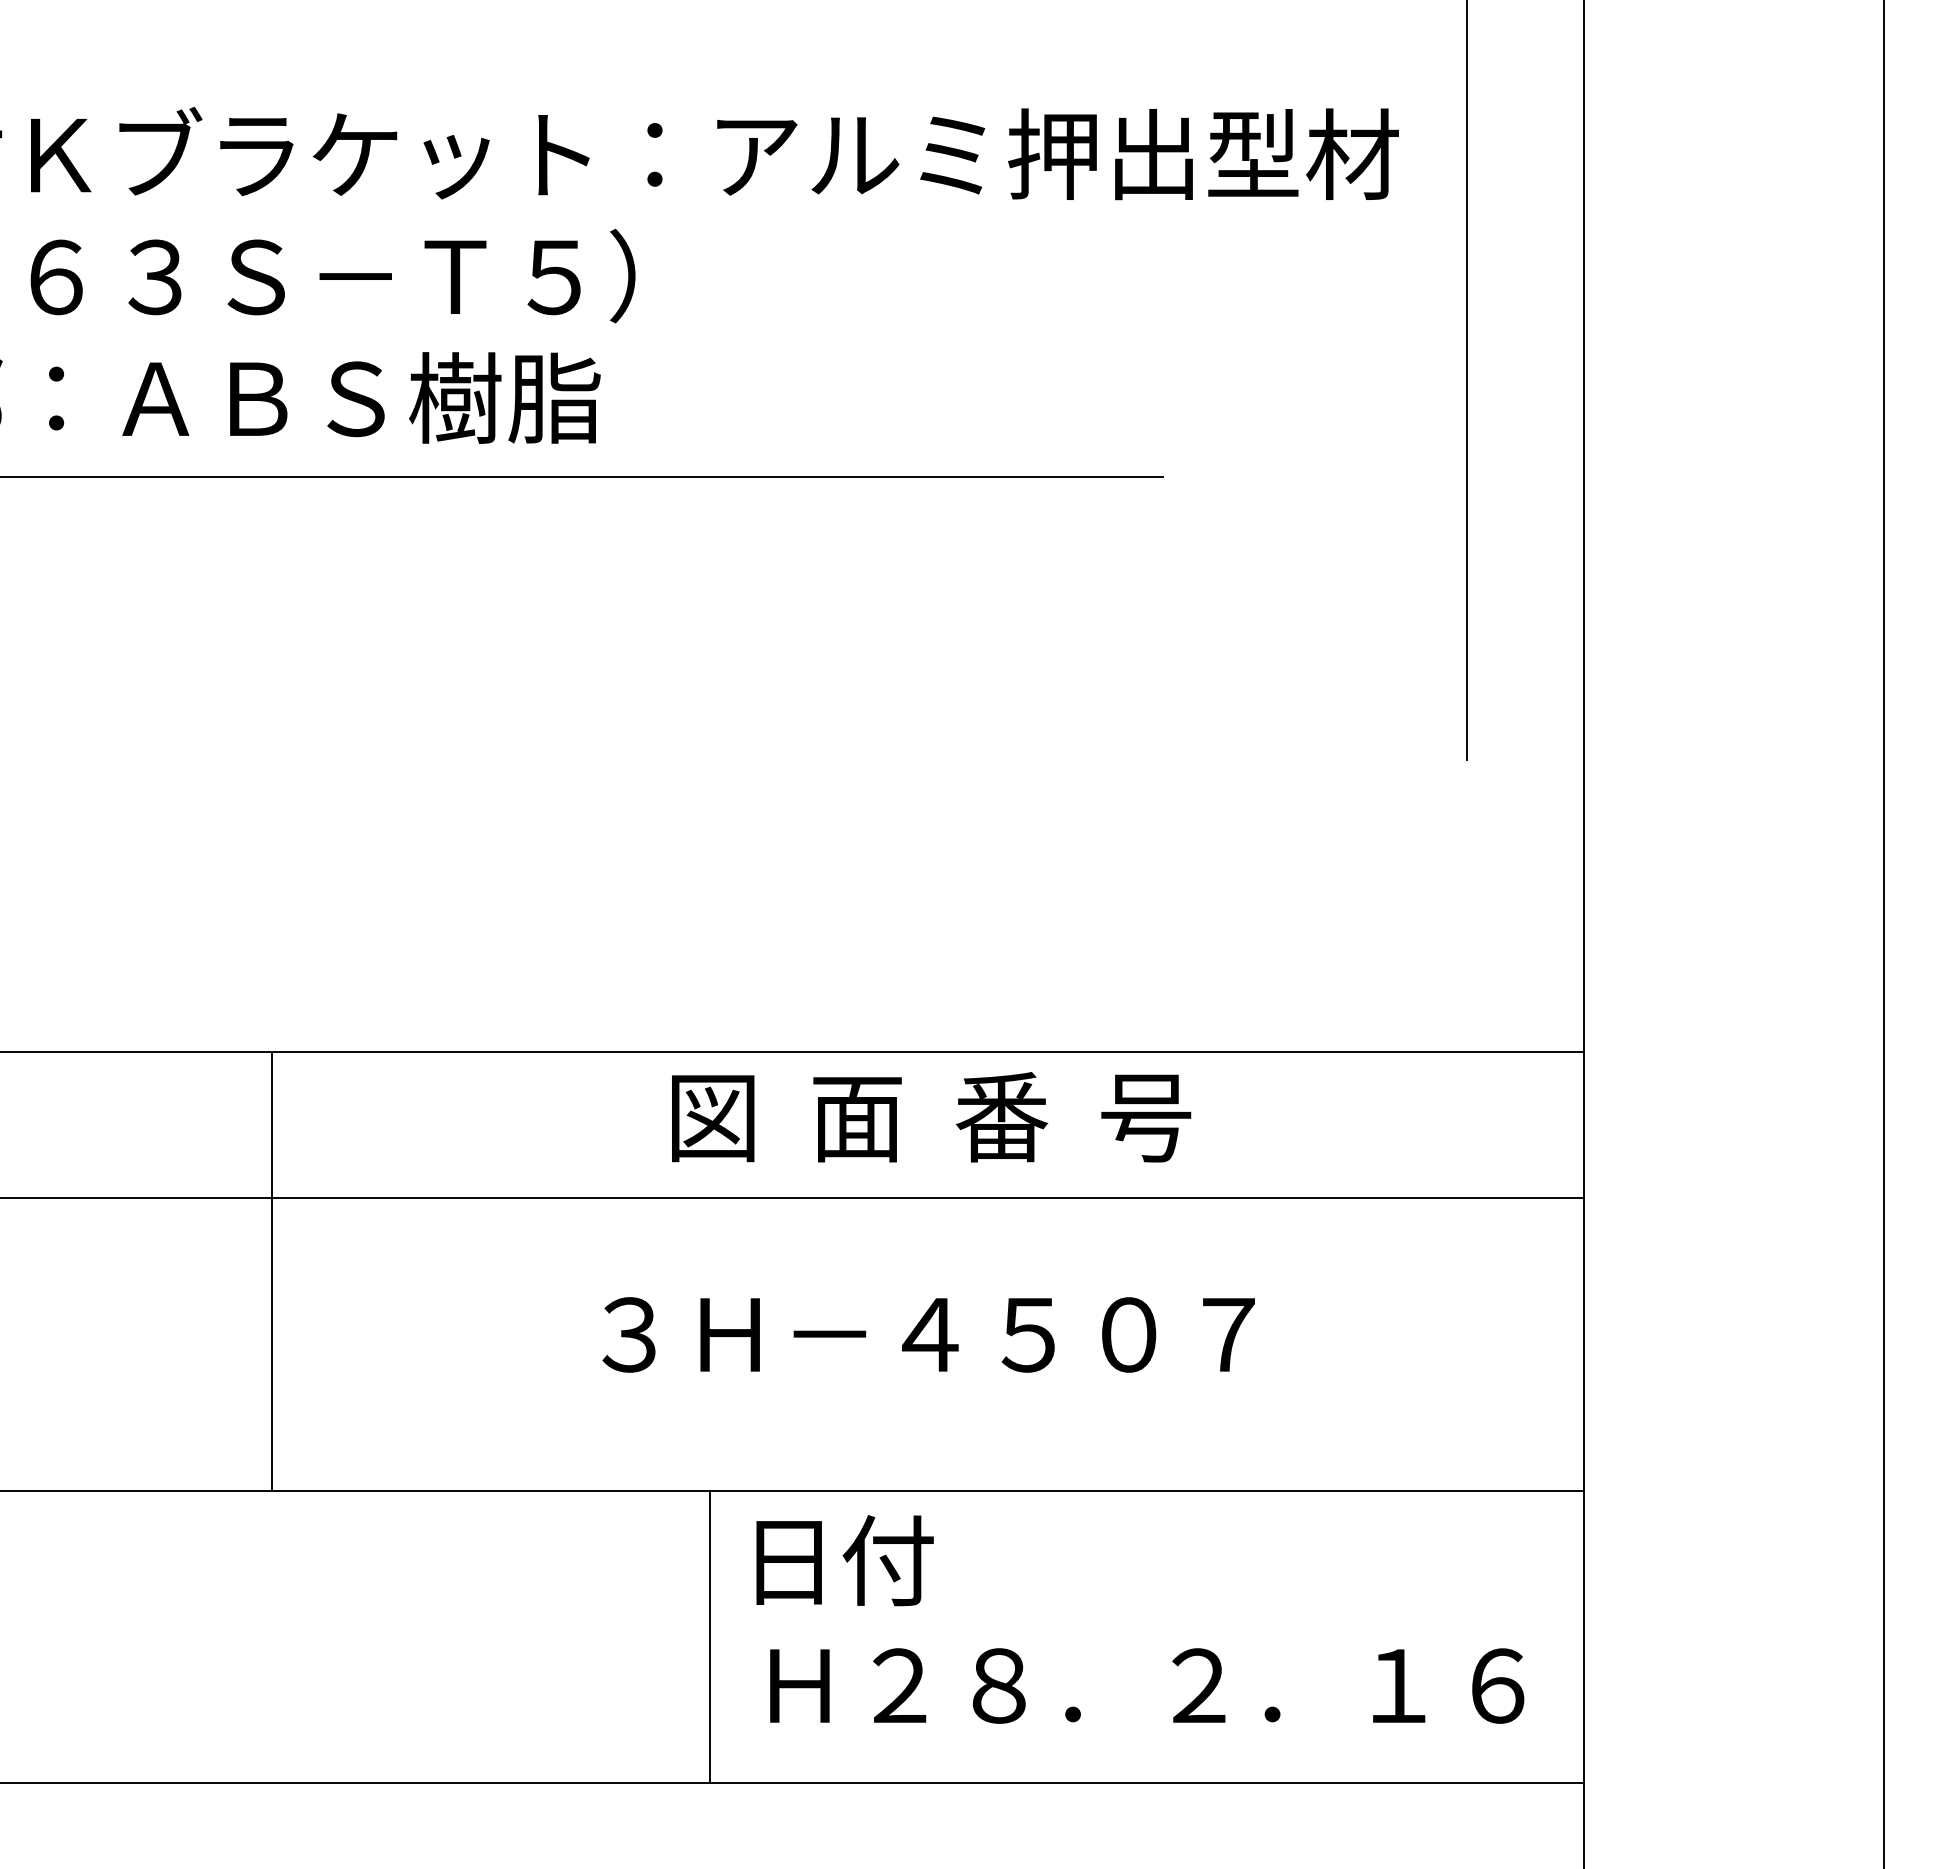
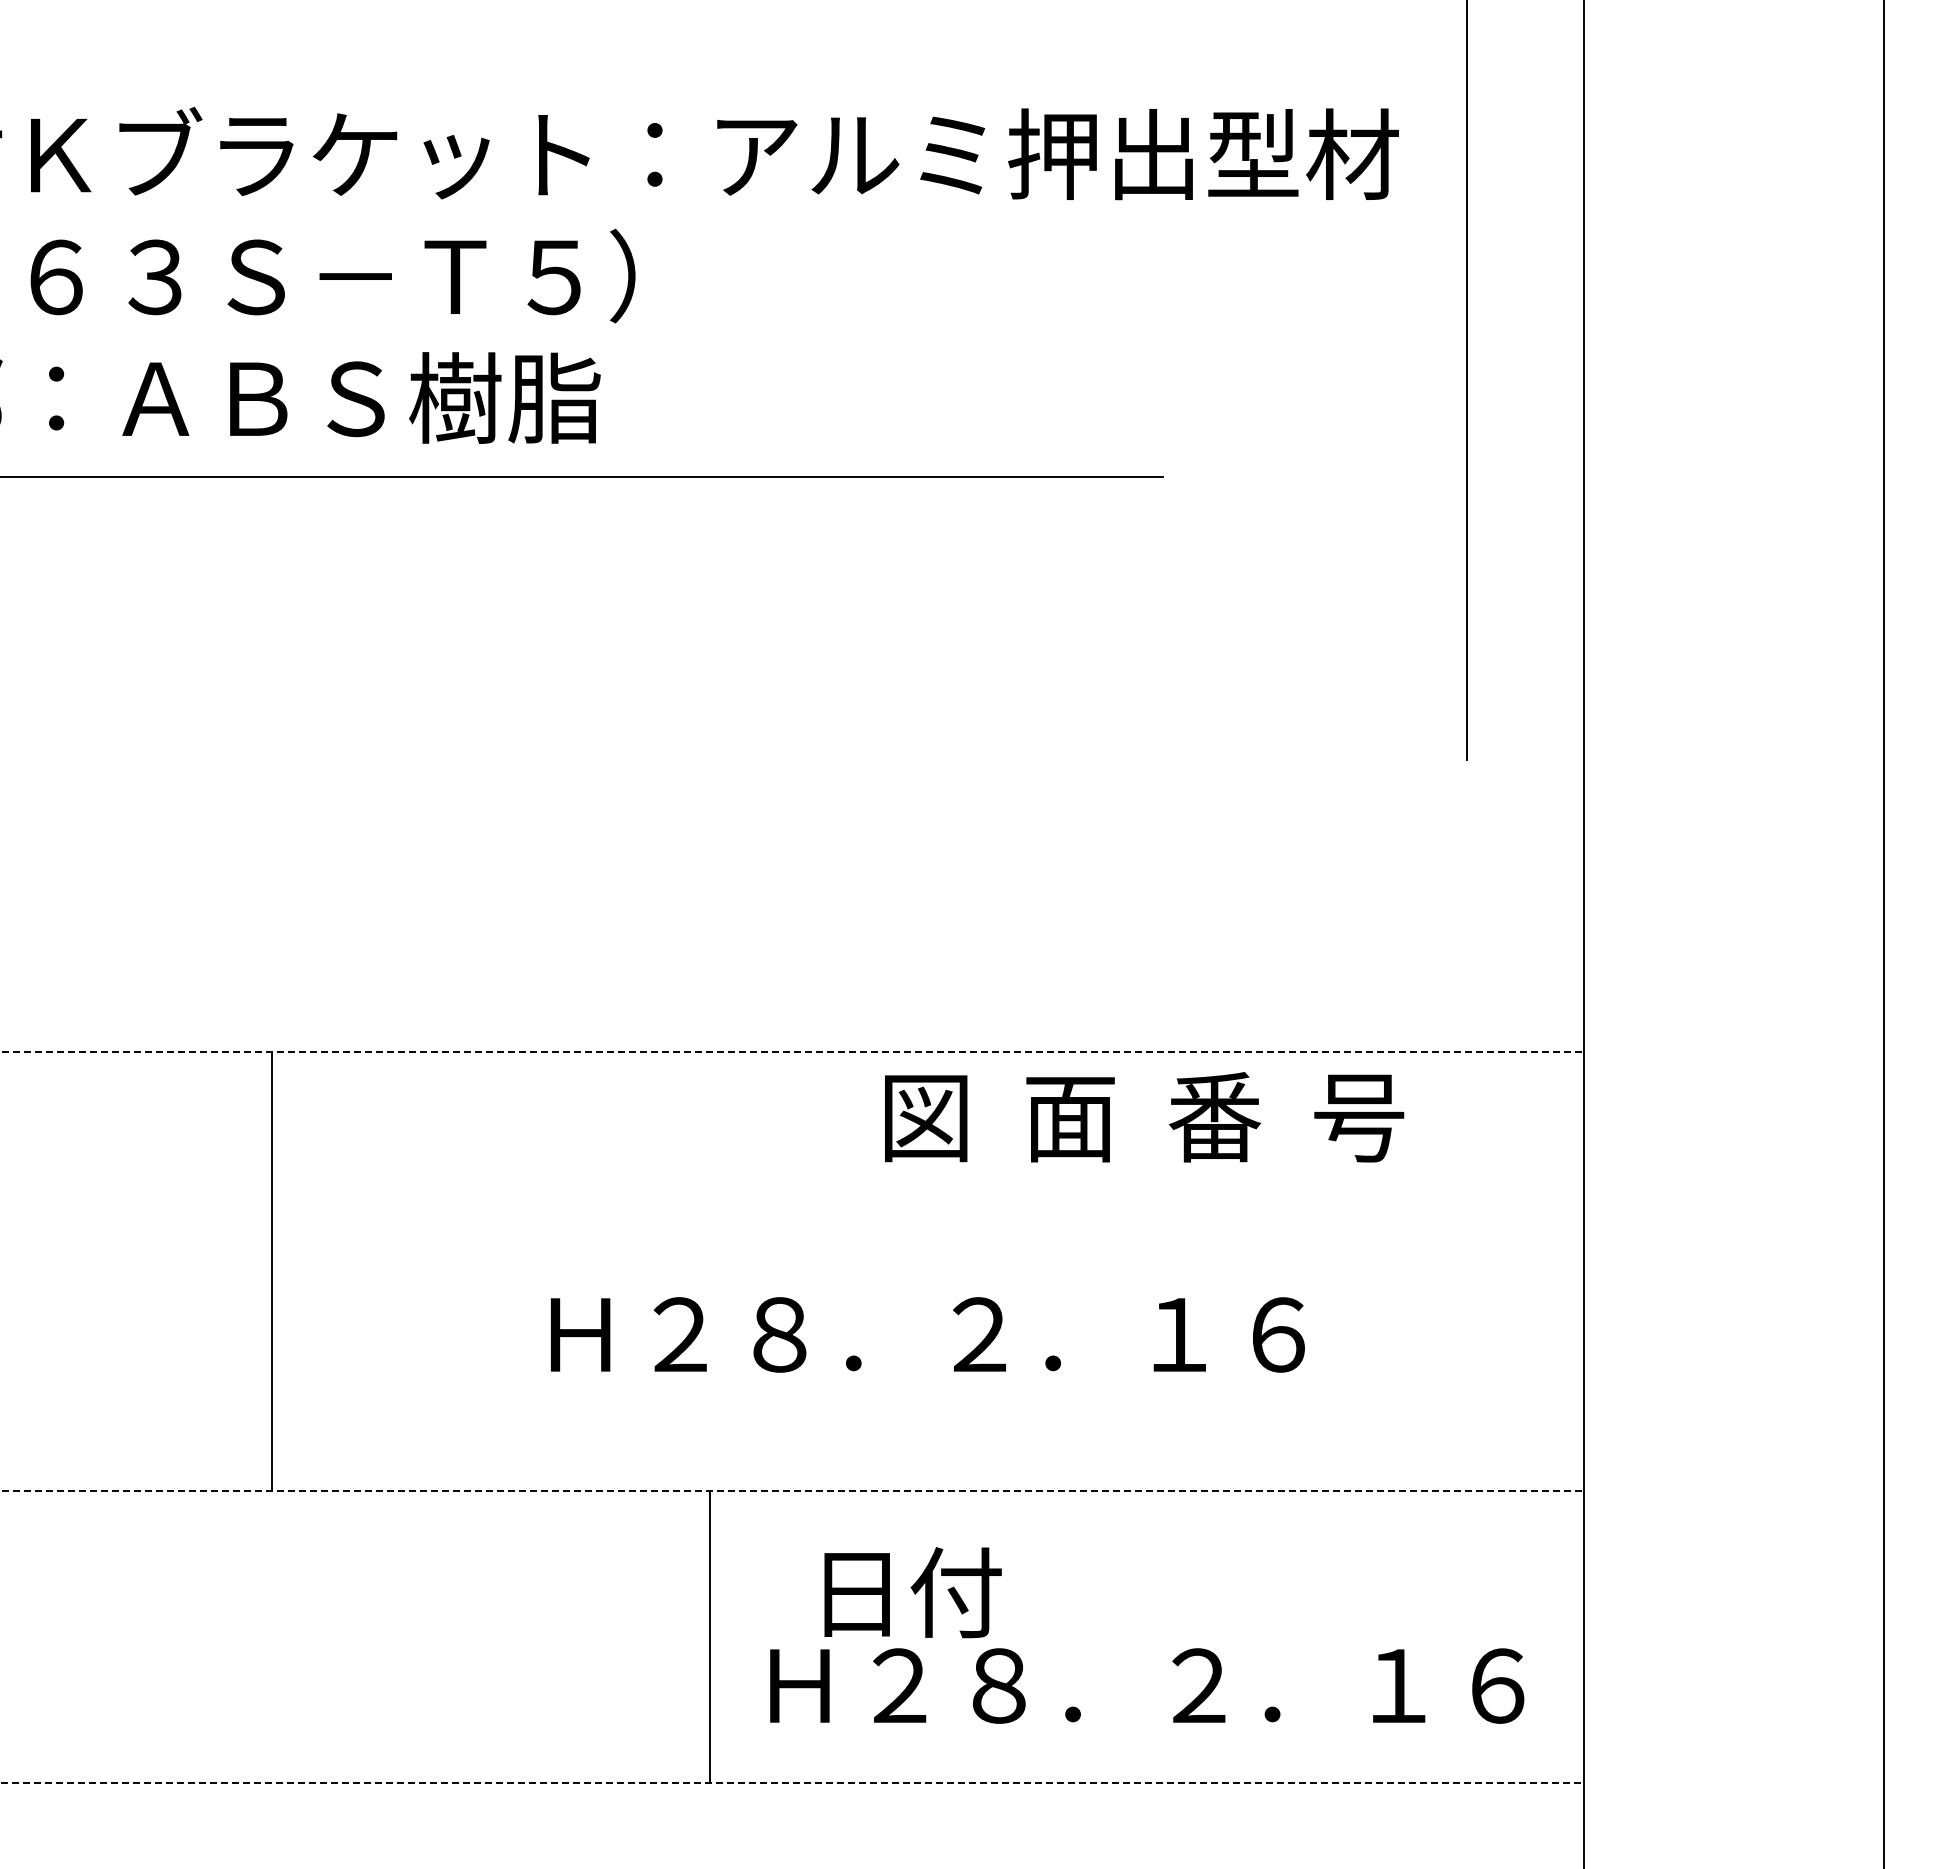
line at (792, 1052): solid -> dashed
text at (931, 1117) position: (931, 1117) -> (1144, 1117)
line at (792, 1198): present -> none
text at (927, 1334): ３Ｈ－４５０７ -> Ｈ２８．２．１６
line at (792, 1490): solid -> dashed
text at (844, 1560) position: (844, 1560) -> (912, 1592)
line at (792, 1783): solid -> dashed
